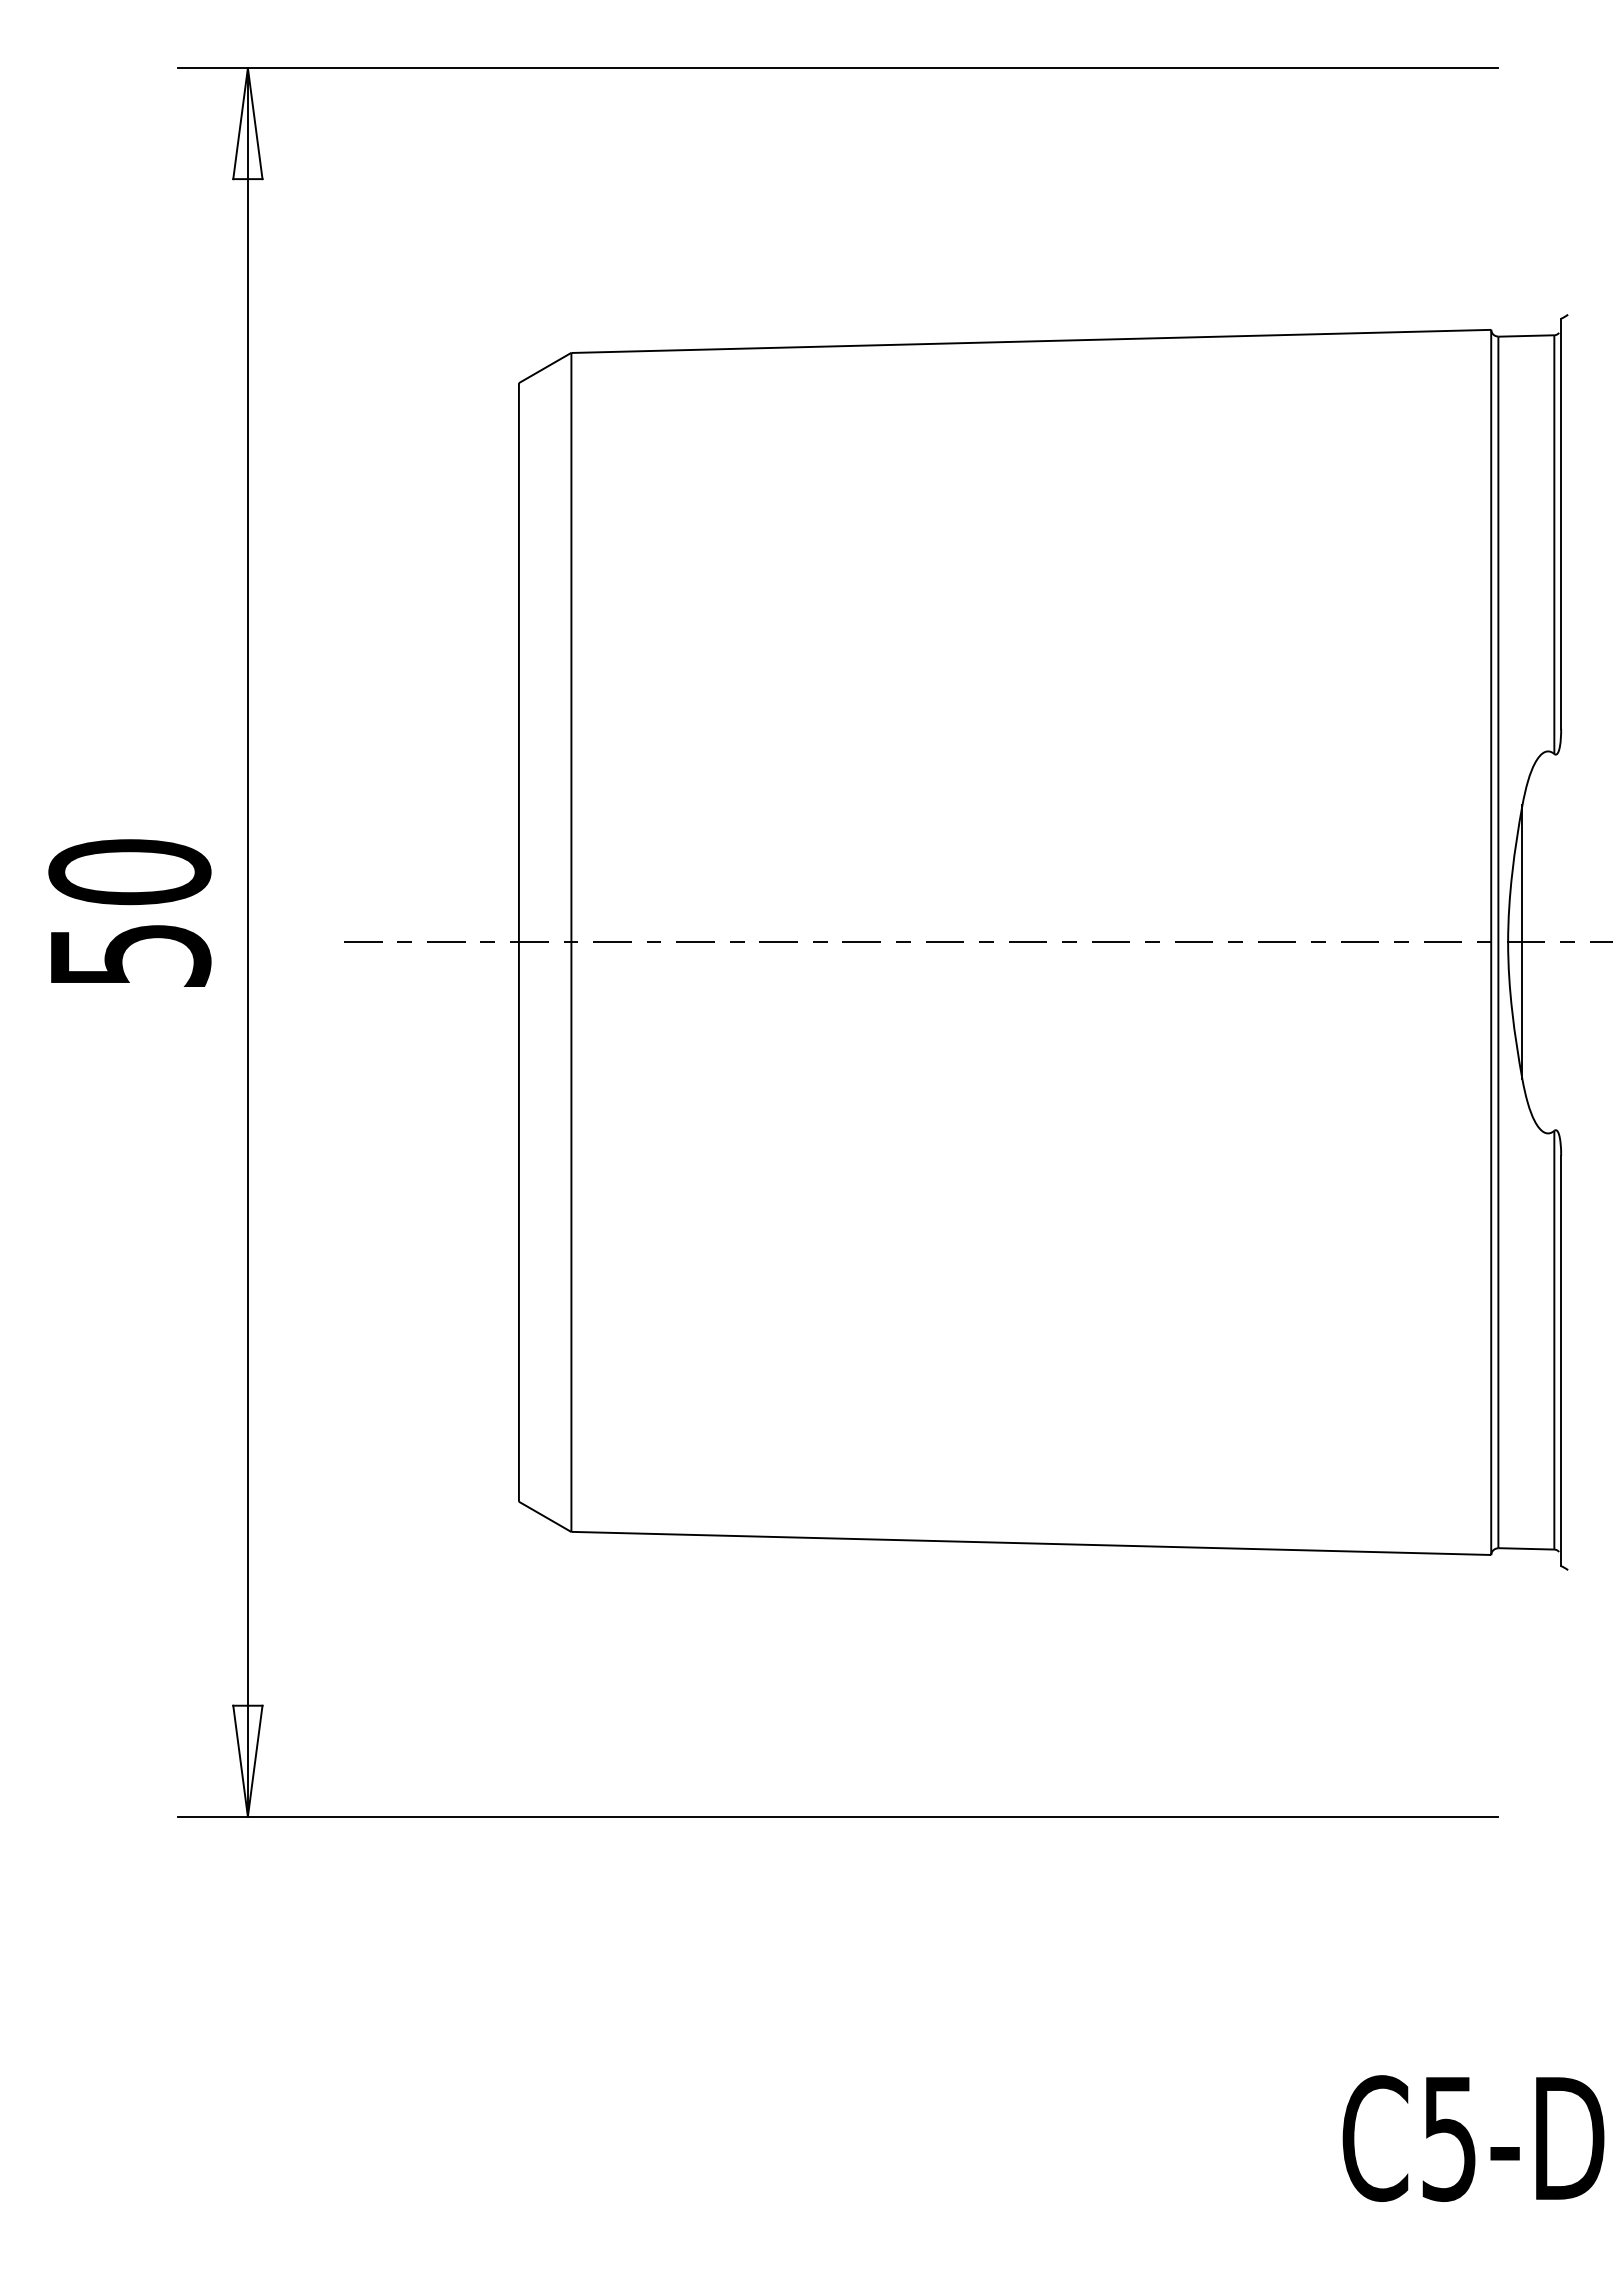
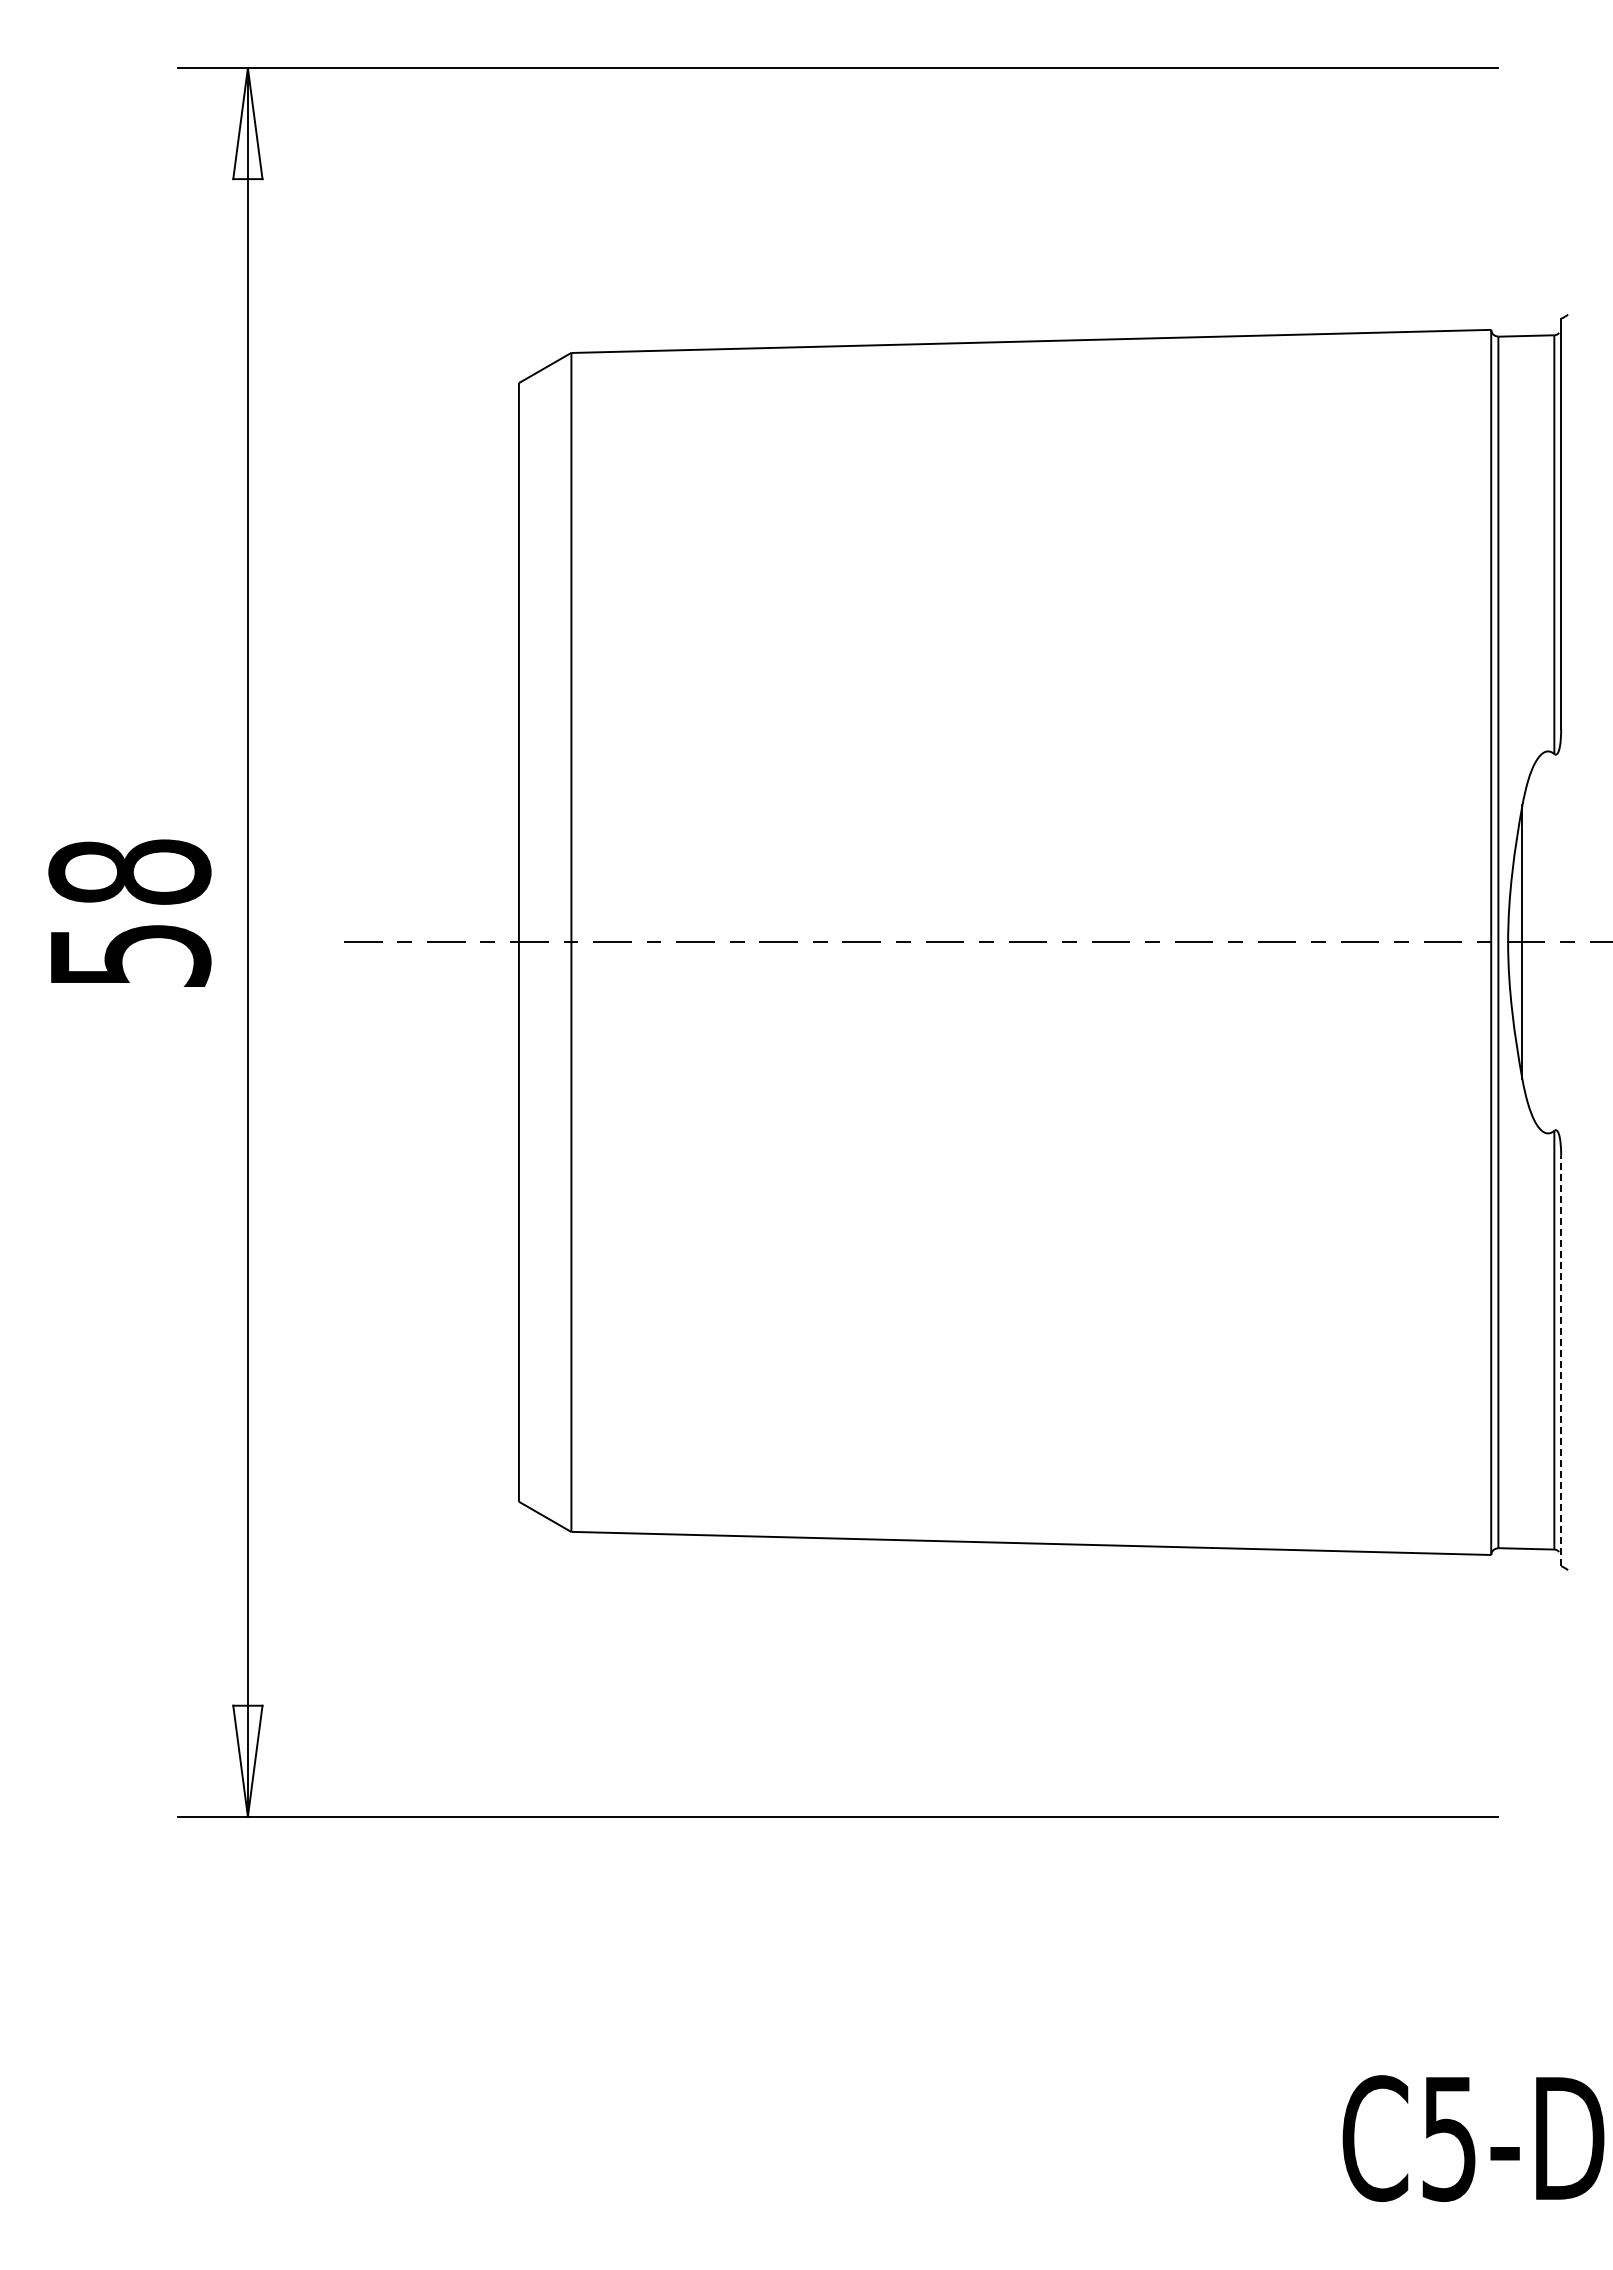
text at (129, 872): 50 -> 58
line at (1561, 1360): solid -> dashed
